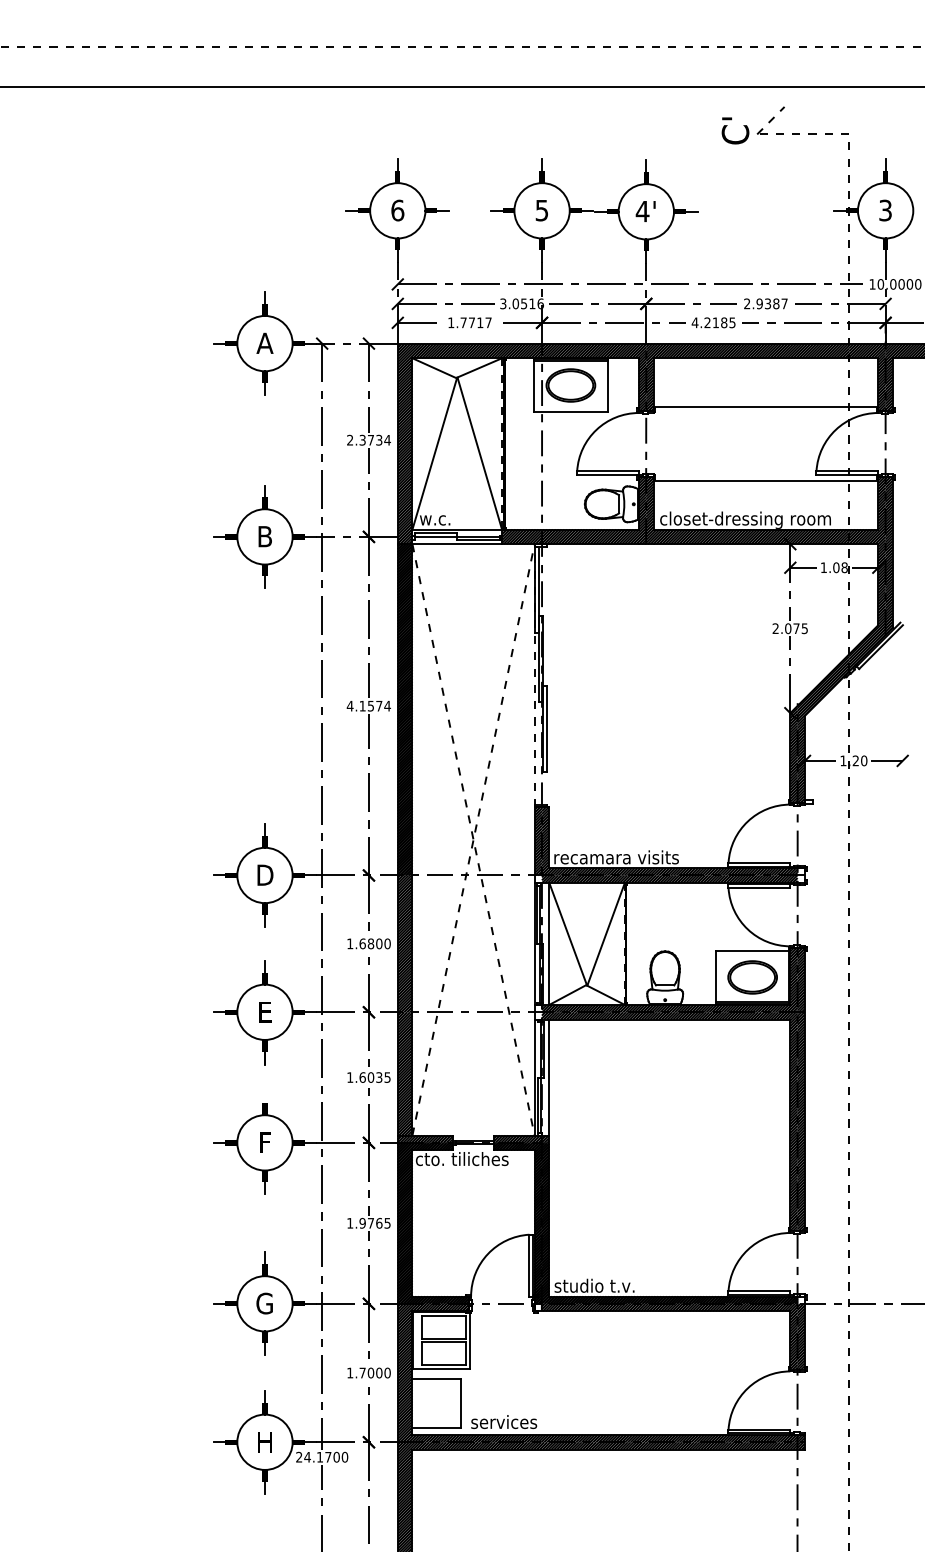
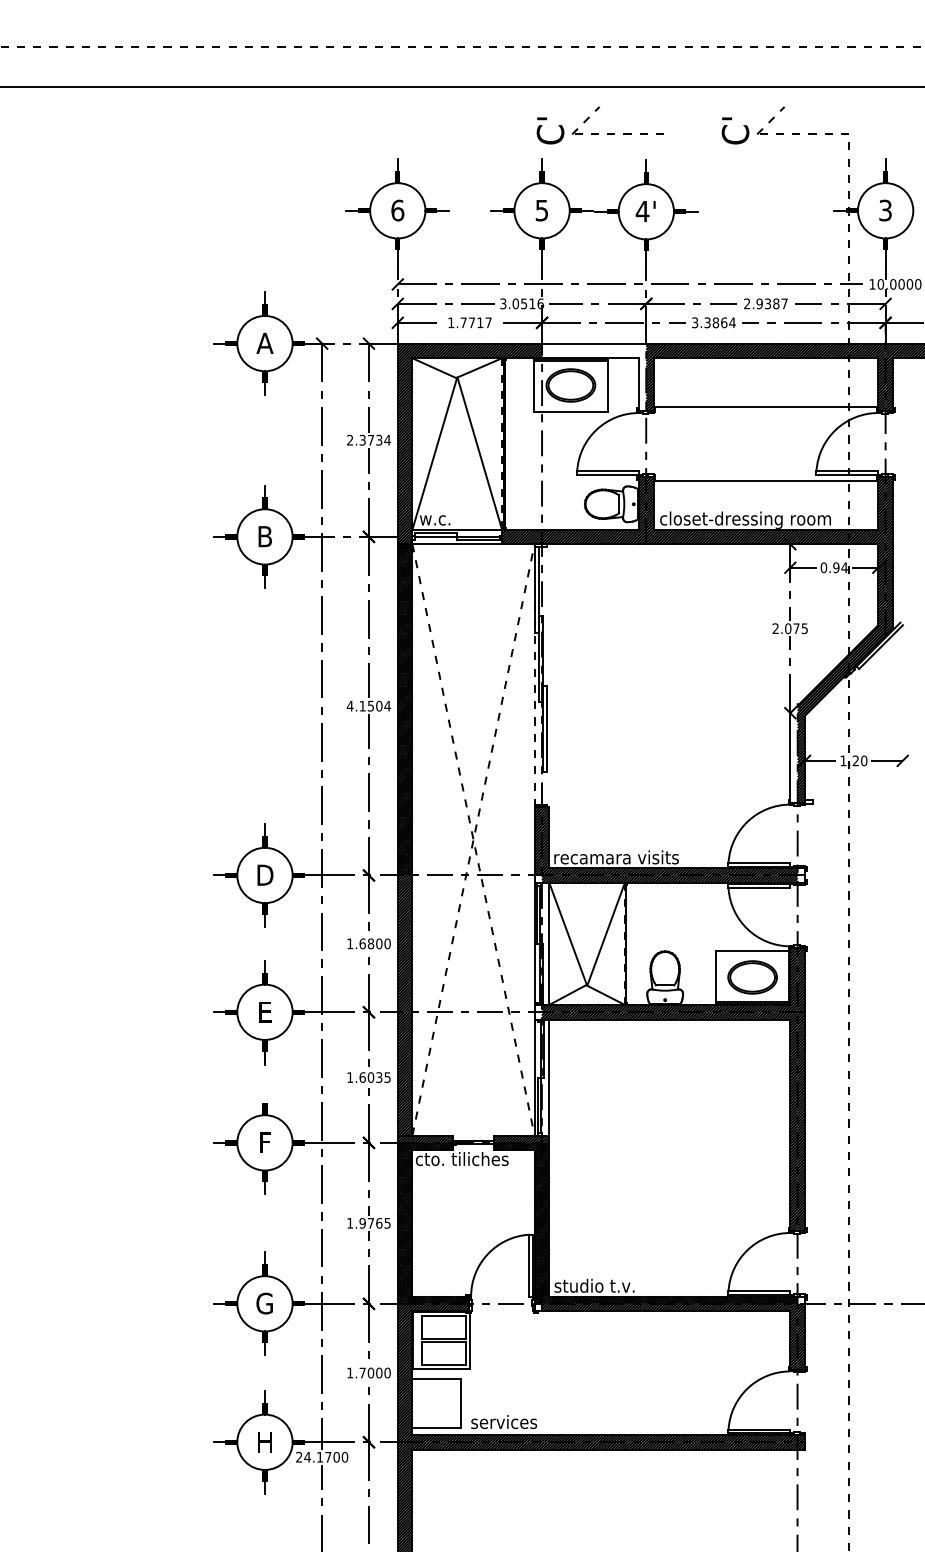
part at (598, 133): none -> present
text at (713, 322): 4.2185 -> 3.3864
hatch at (594, 377): present -> none
text at (833, 567): 1.08 -> 0.94
text at (379, 705): 4.1574 -> 4.1504
hatch at (793, 755): present -> none
